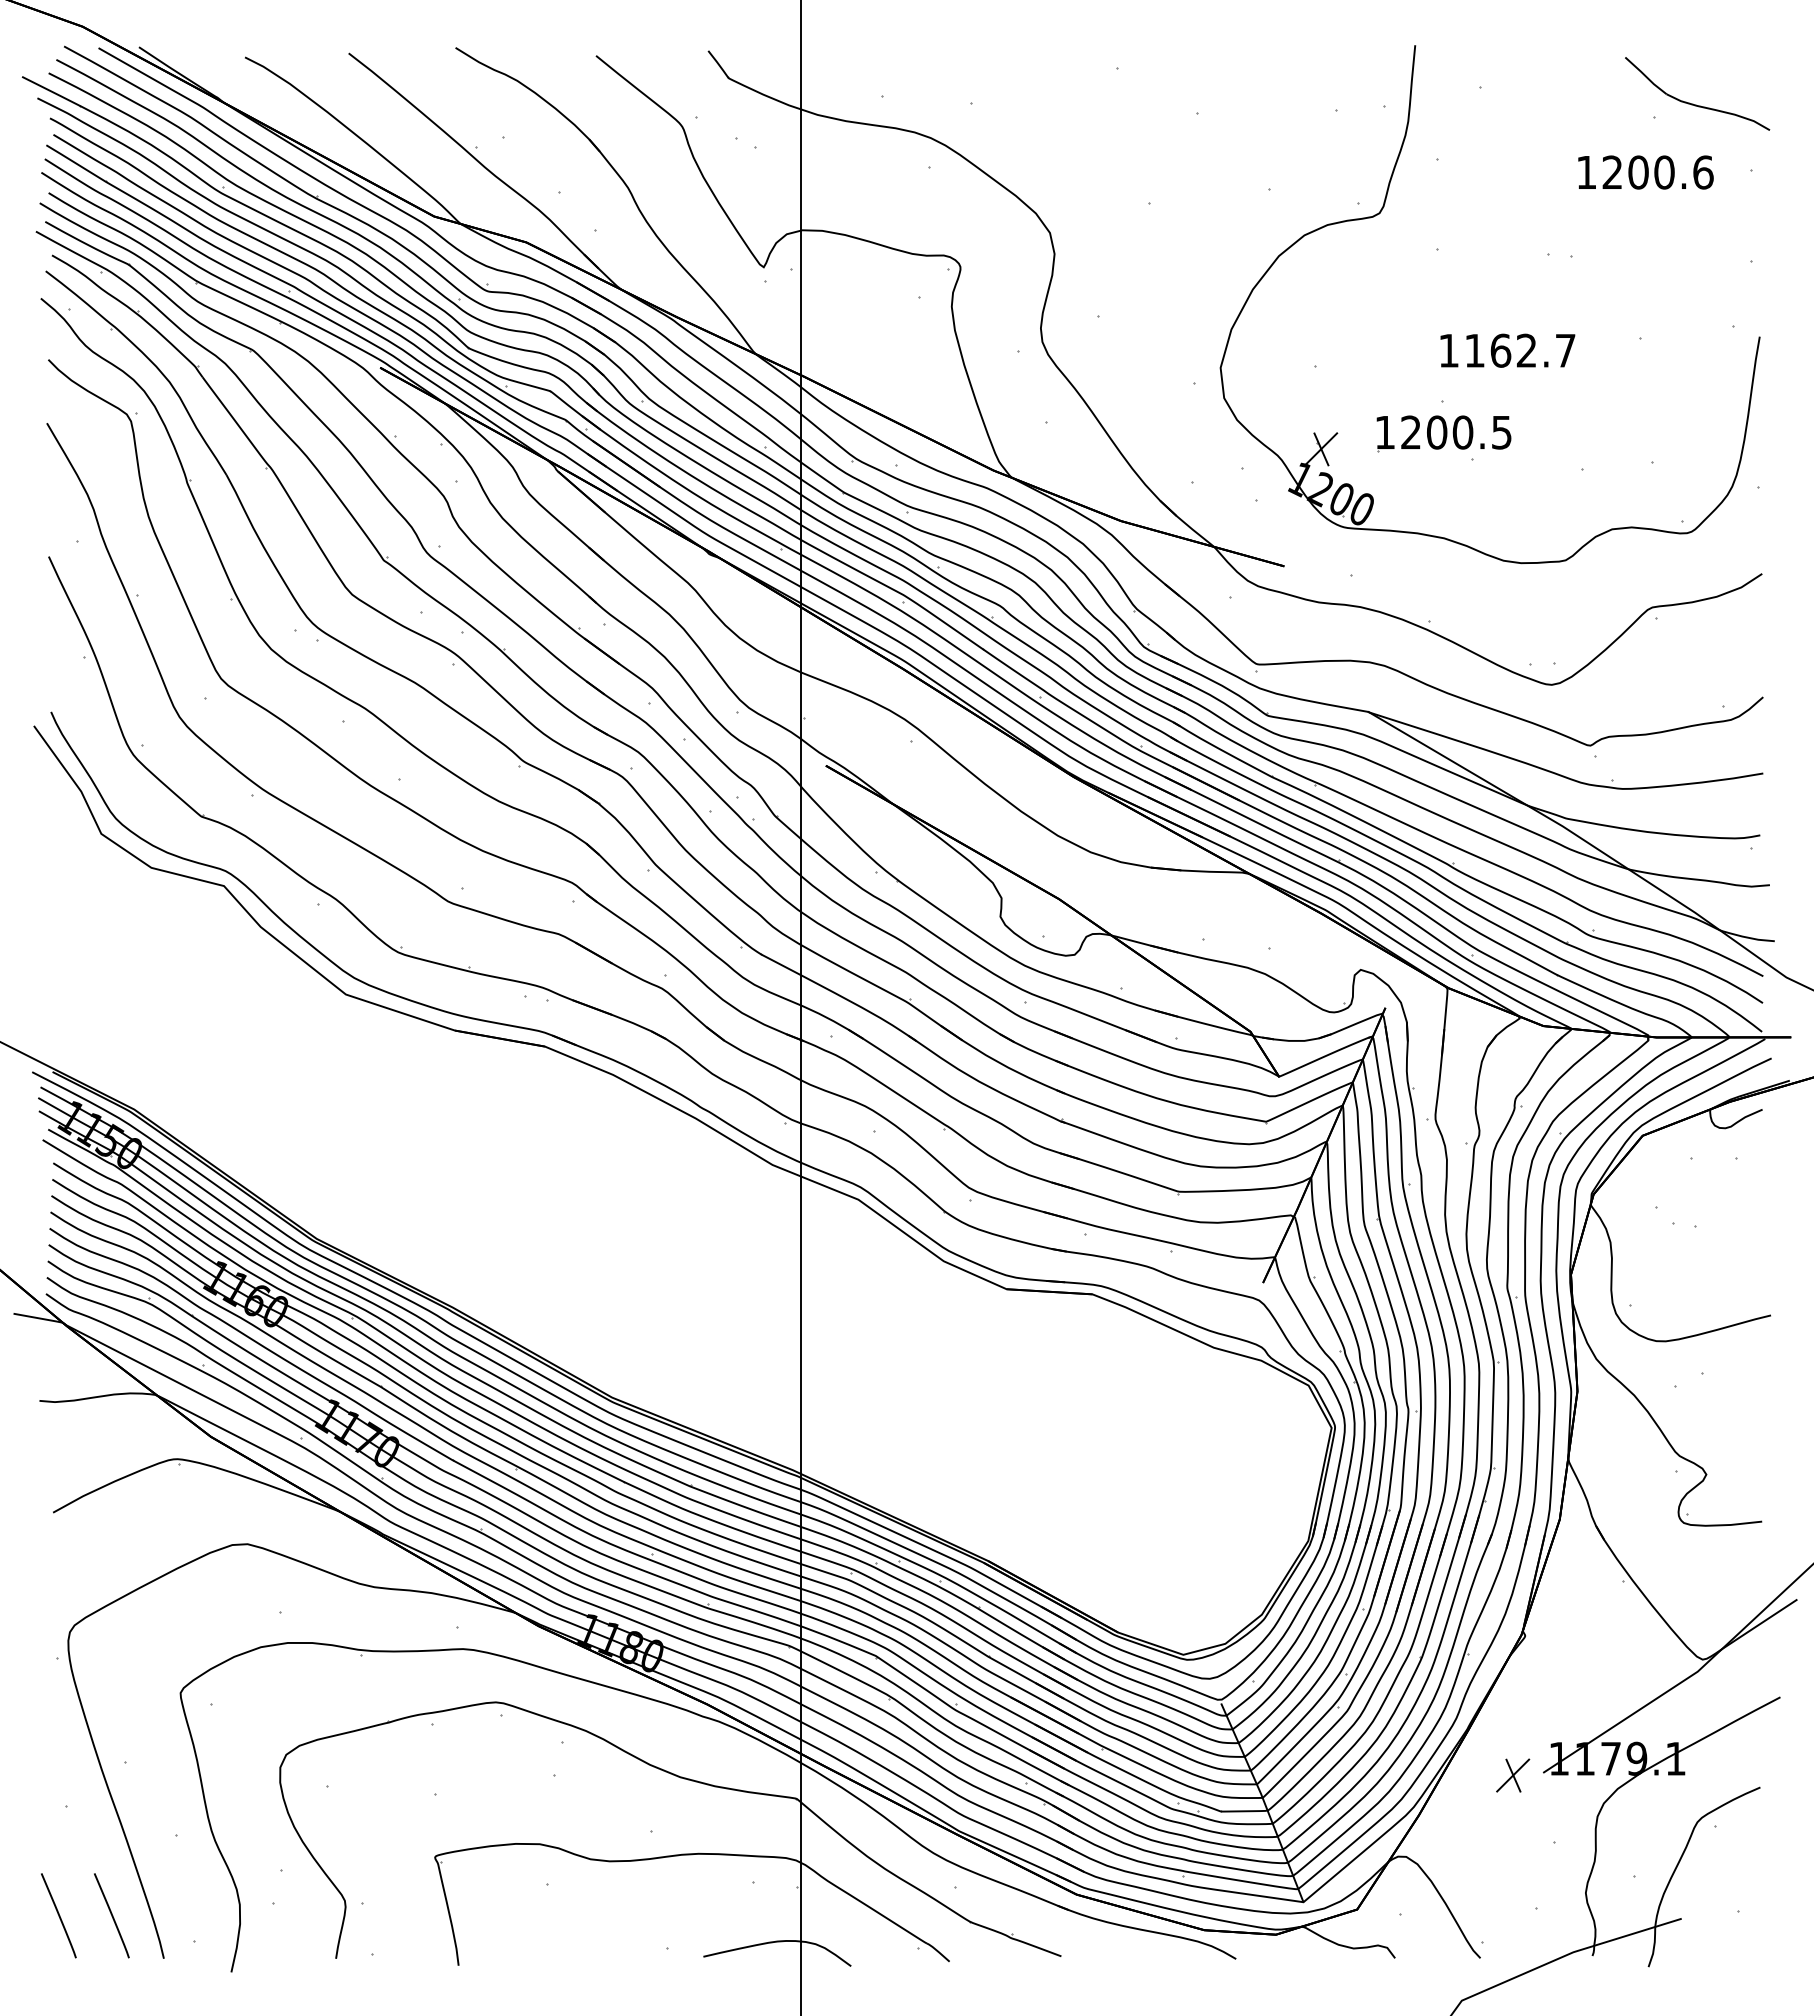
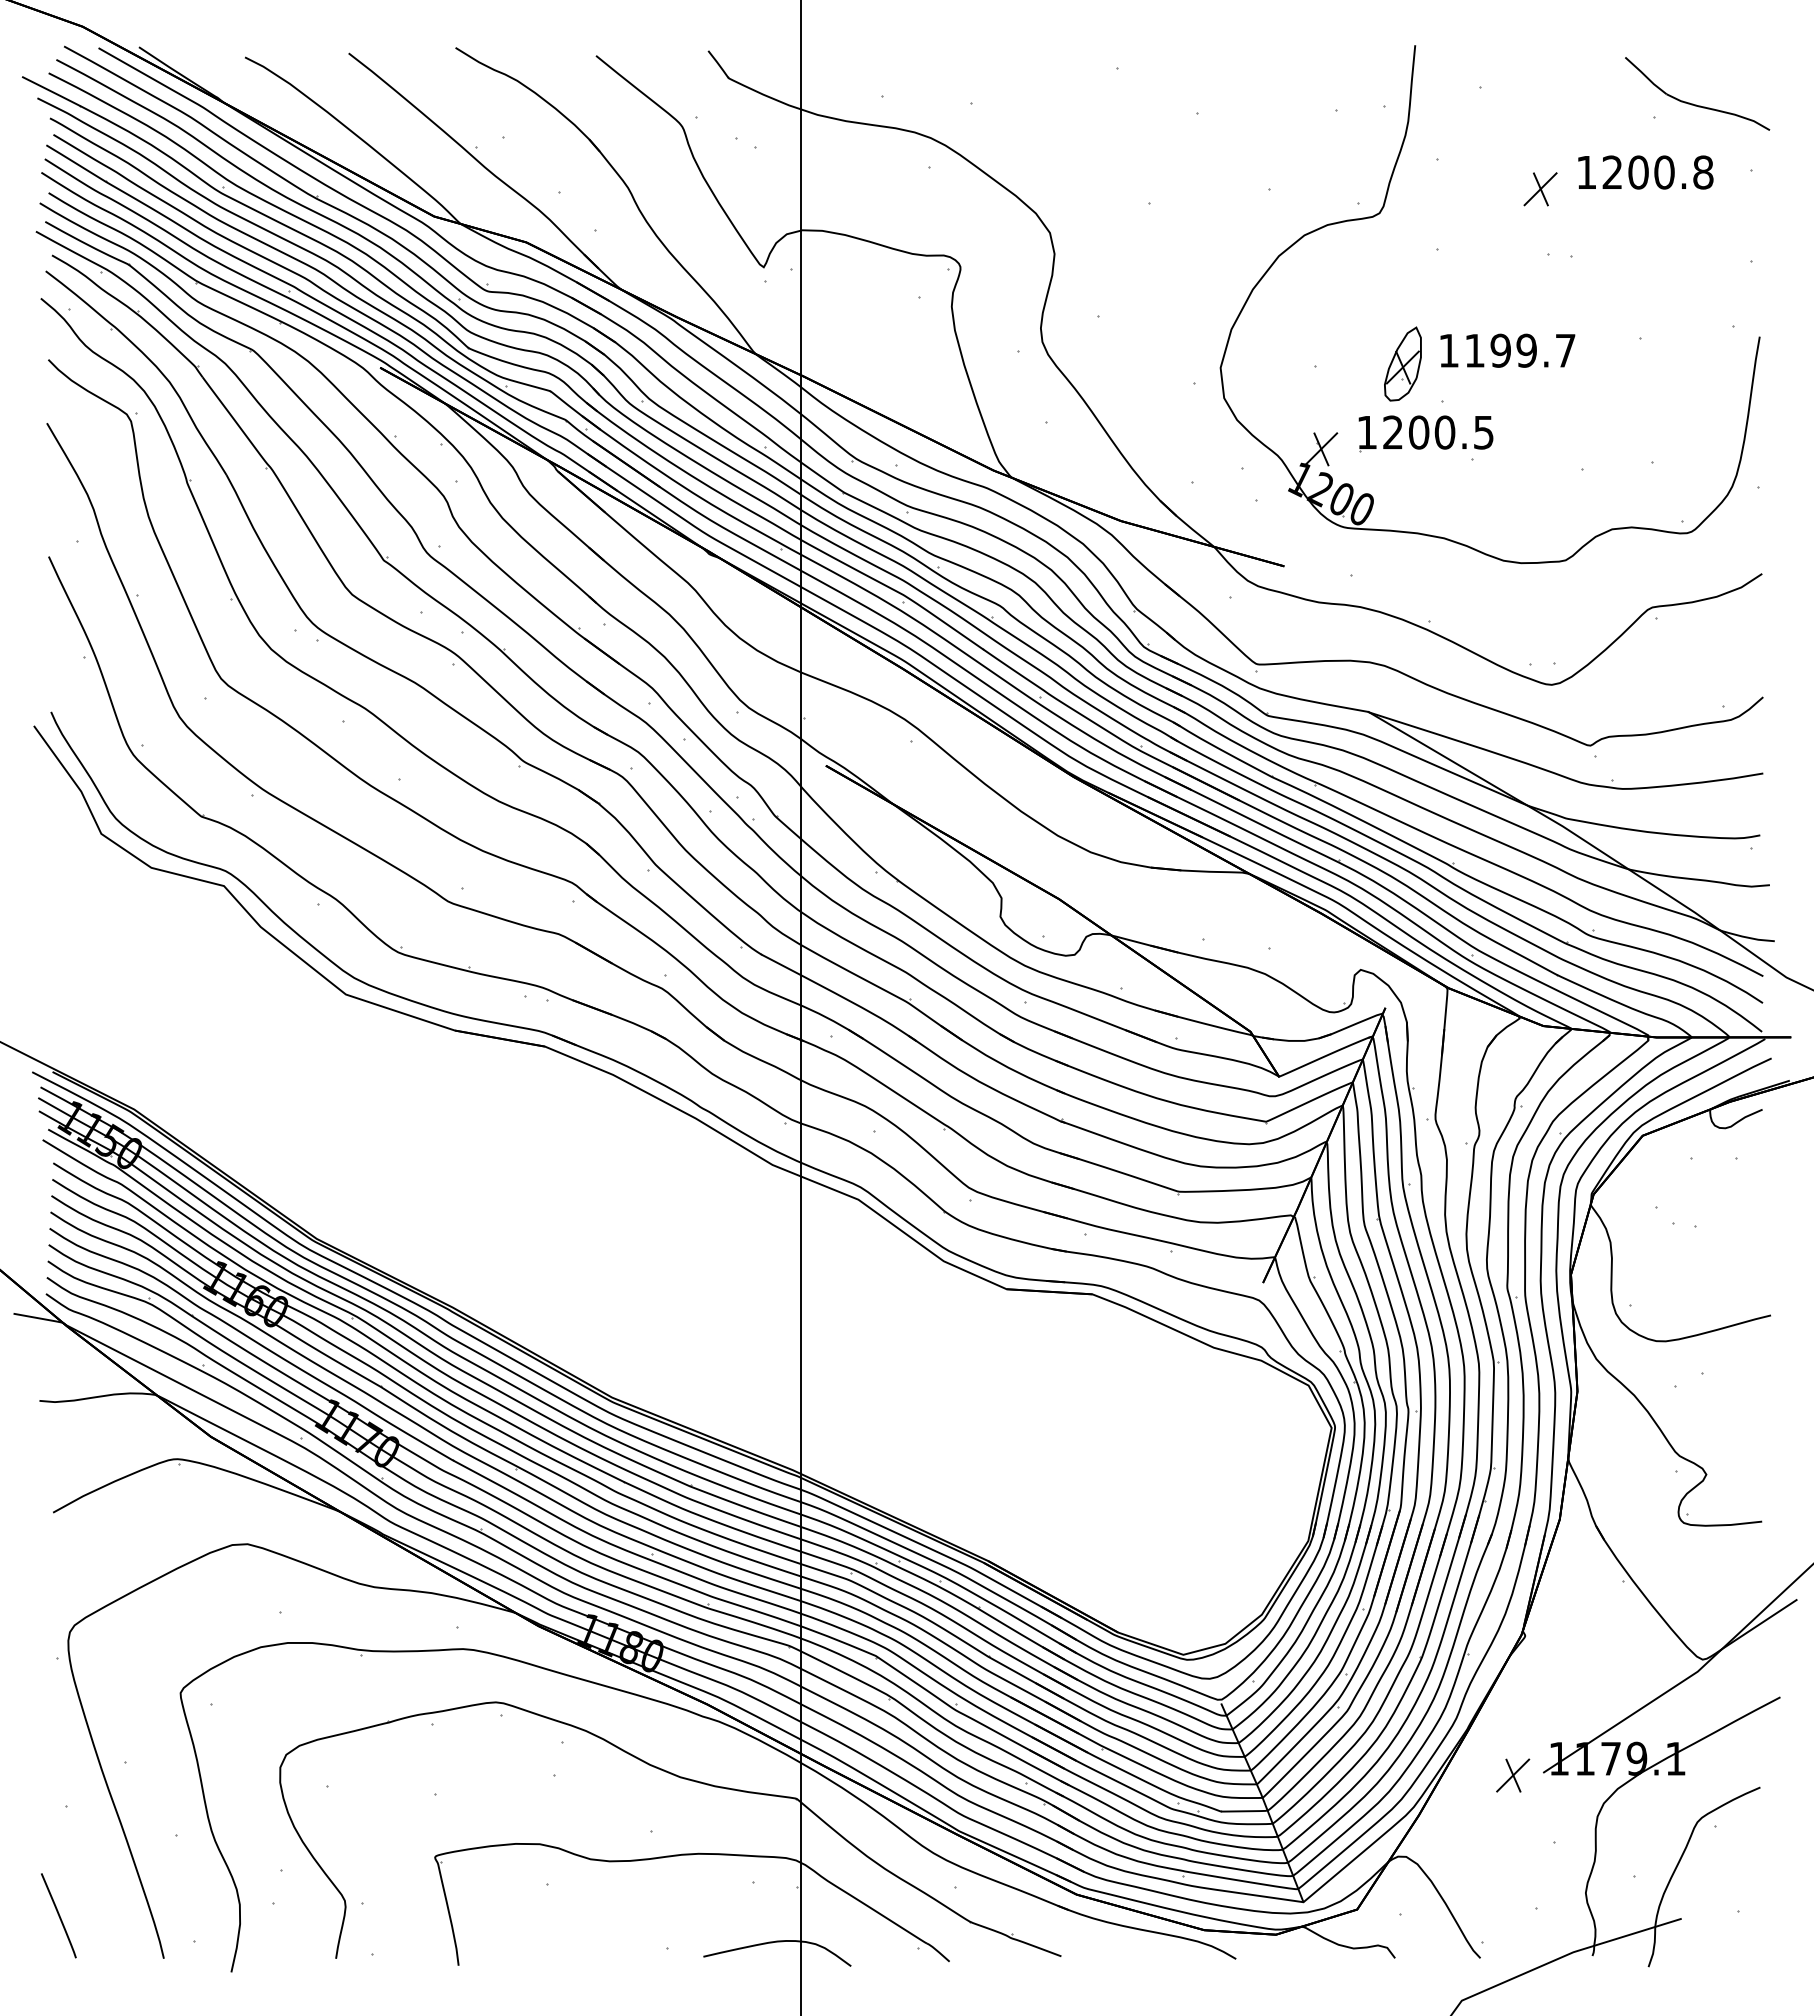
text at (1703, 172): 1200.6 -> 1200.8
part at (1540, 189): none -> present
text at (1513, 350): 1162.7 -> 1199.7
part at (1402, 363): none -> present
part at (1443, 433) position: (1443, 433) -> (1425, 433)
line at (111, 1915): present -> none
